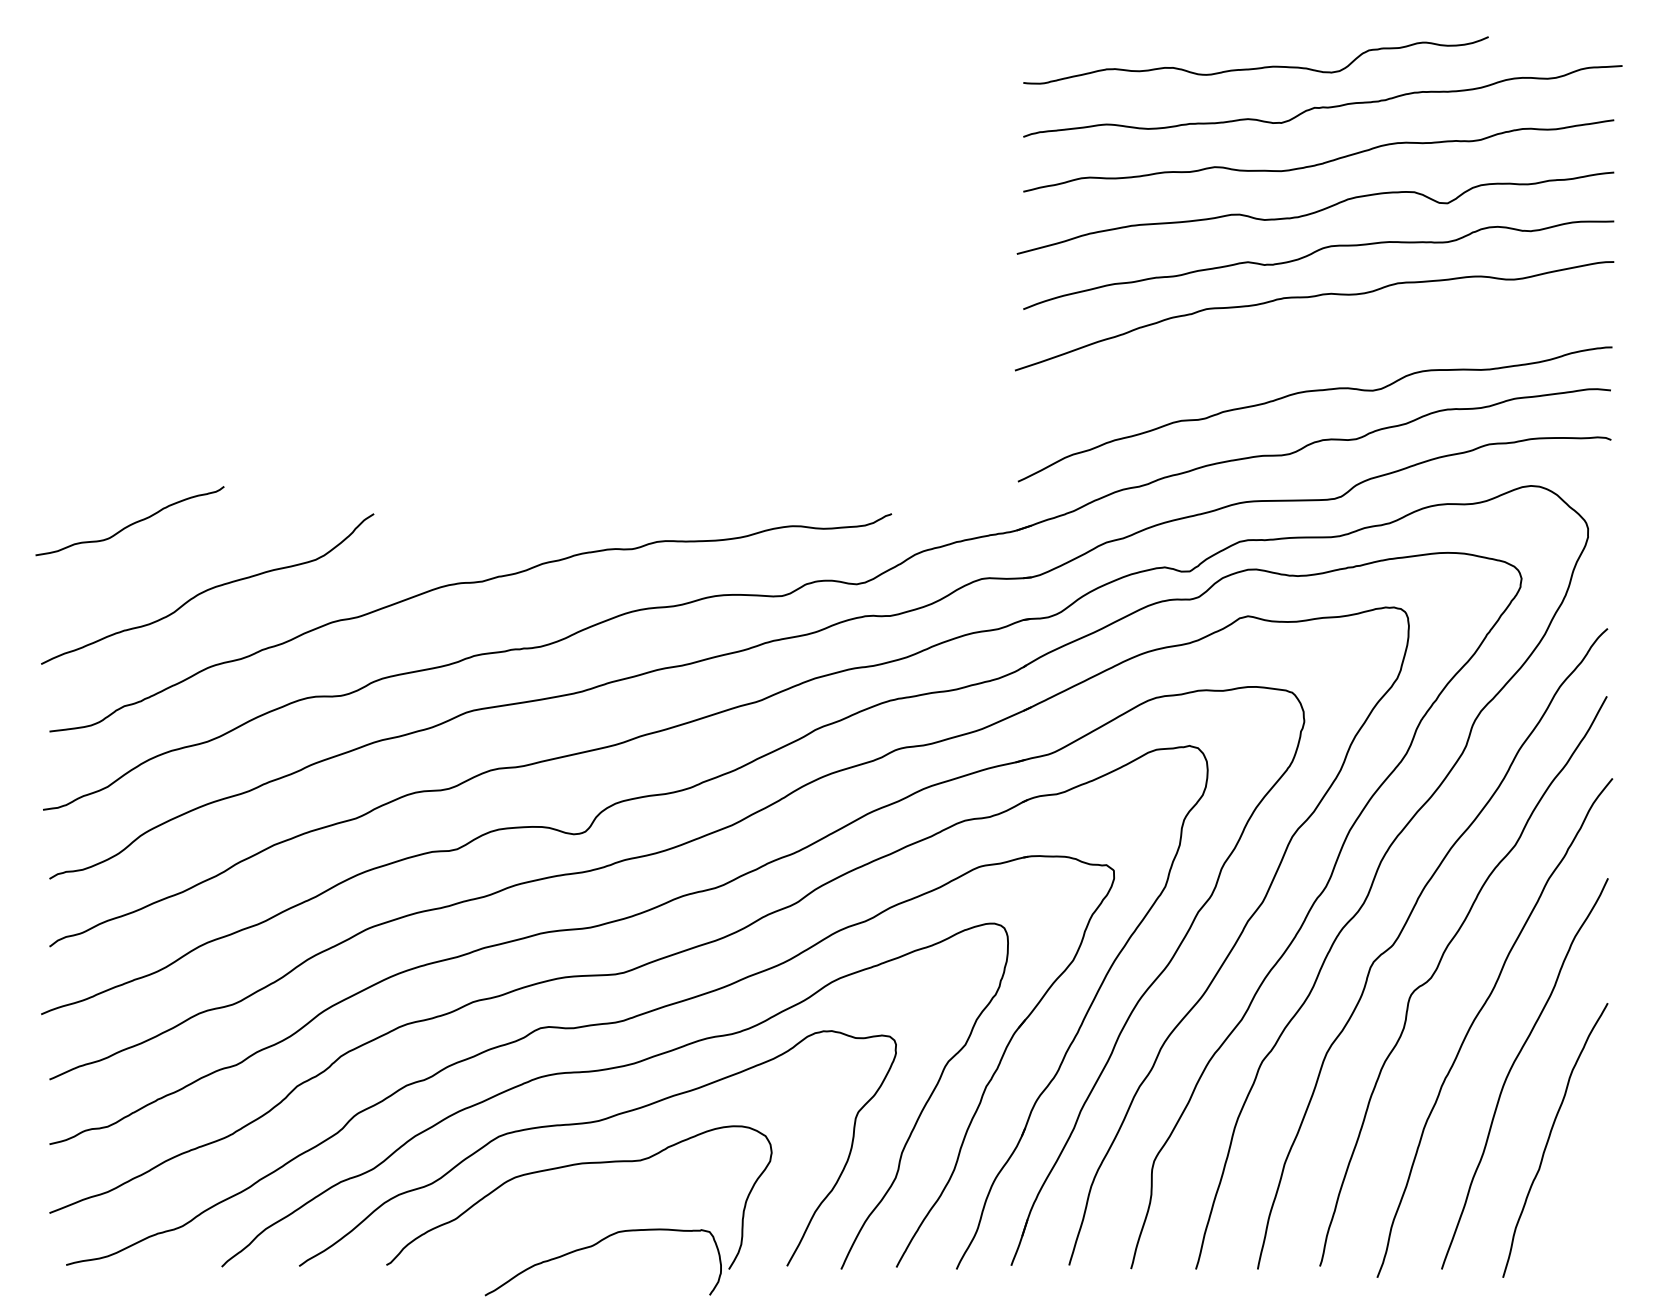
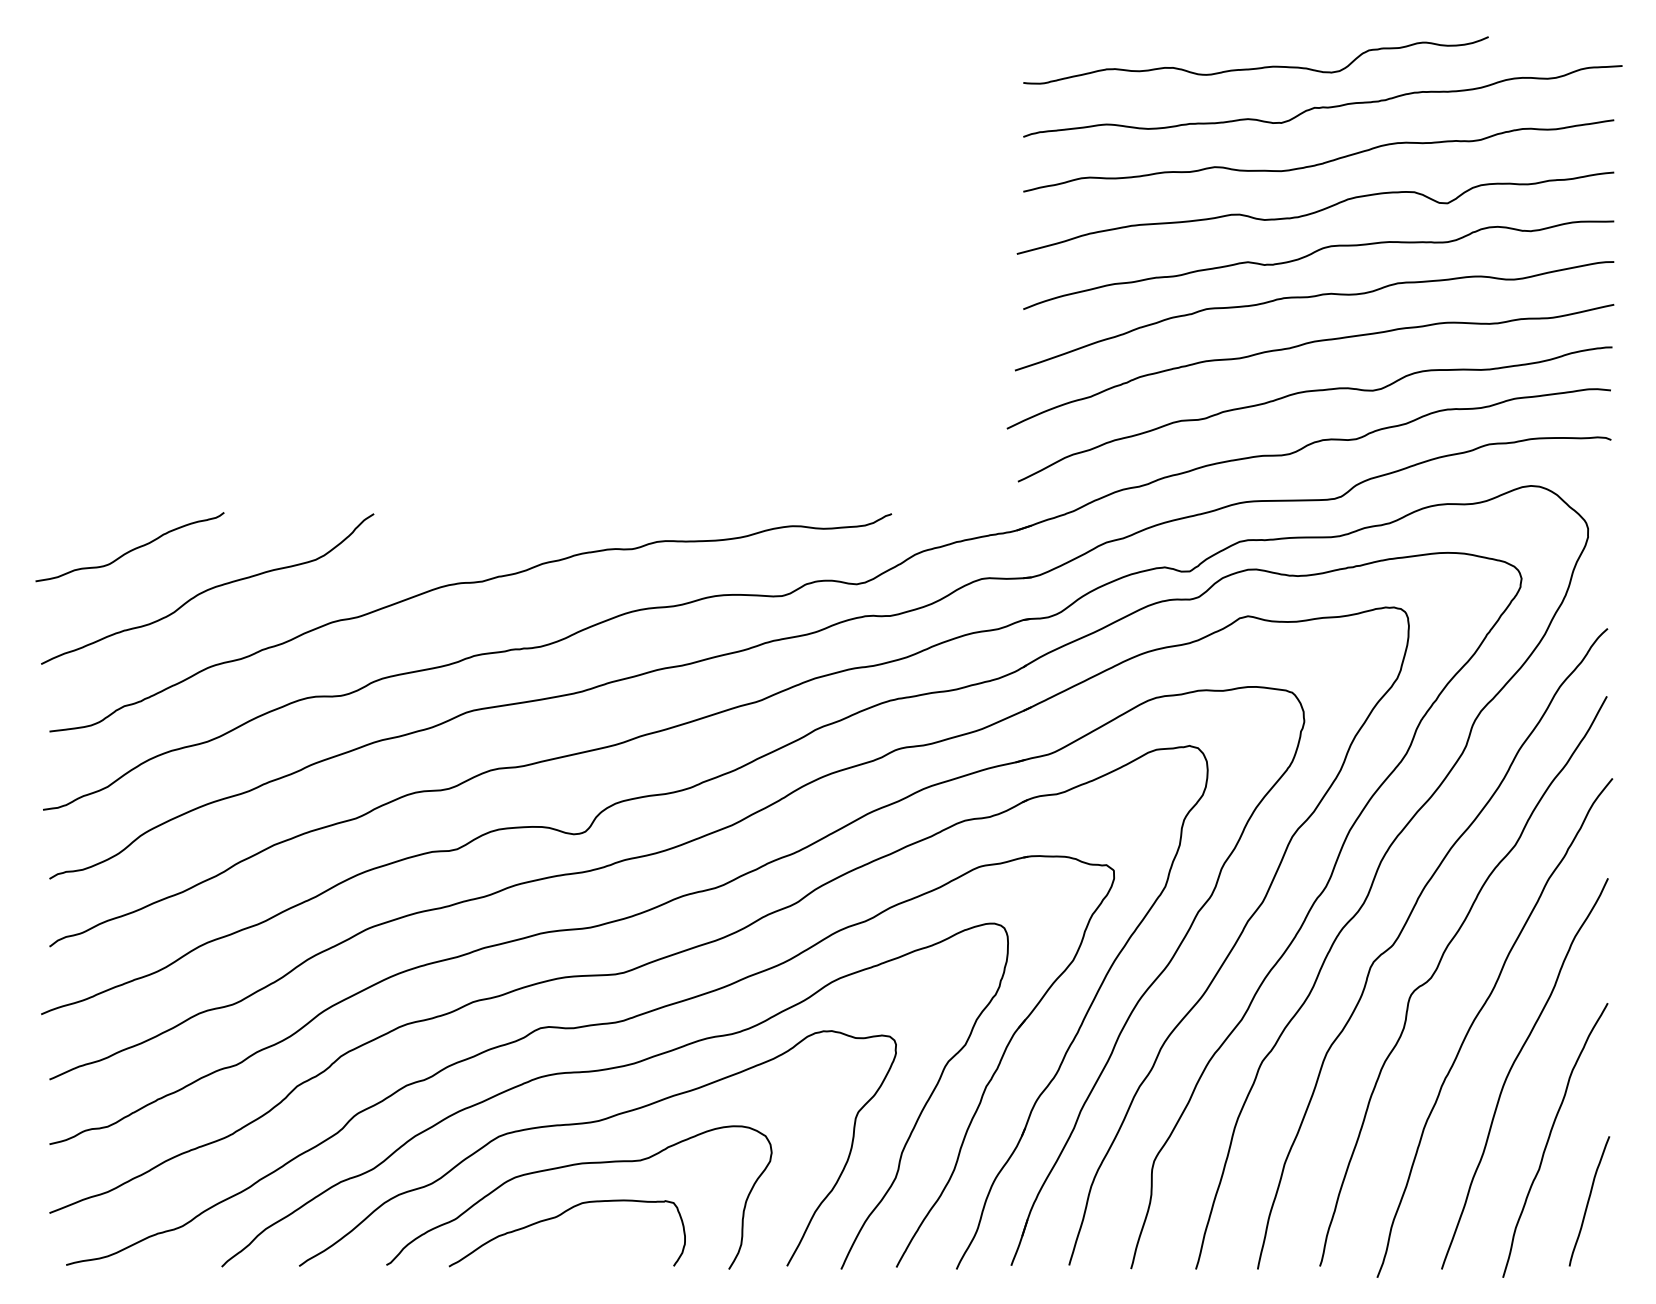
curve at (1303, 345): none -> present
curve at (131, 523) position: (131, 523) -> (131, 549)
curve at (1589, 1201): none -> present
curve at (593, 1246) position: (593, 1246) -> (557, 1217)
